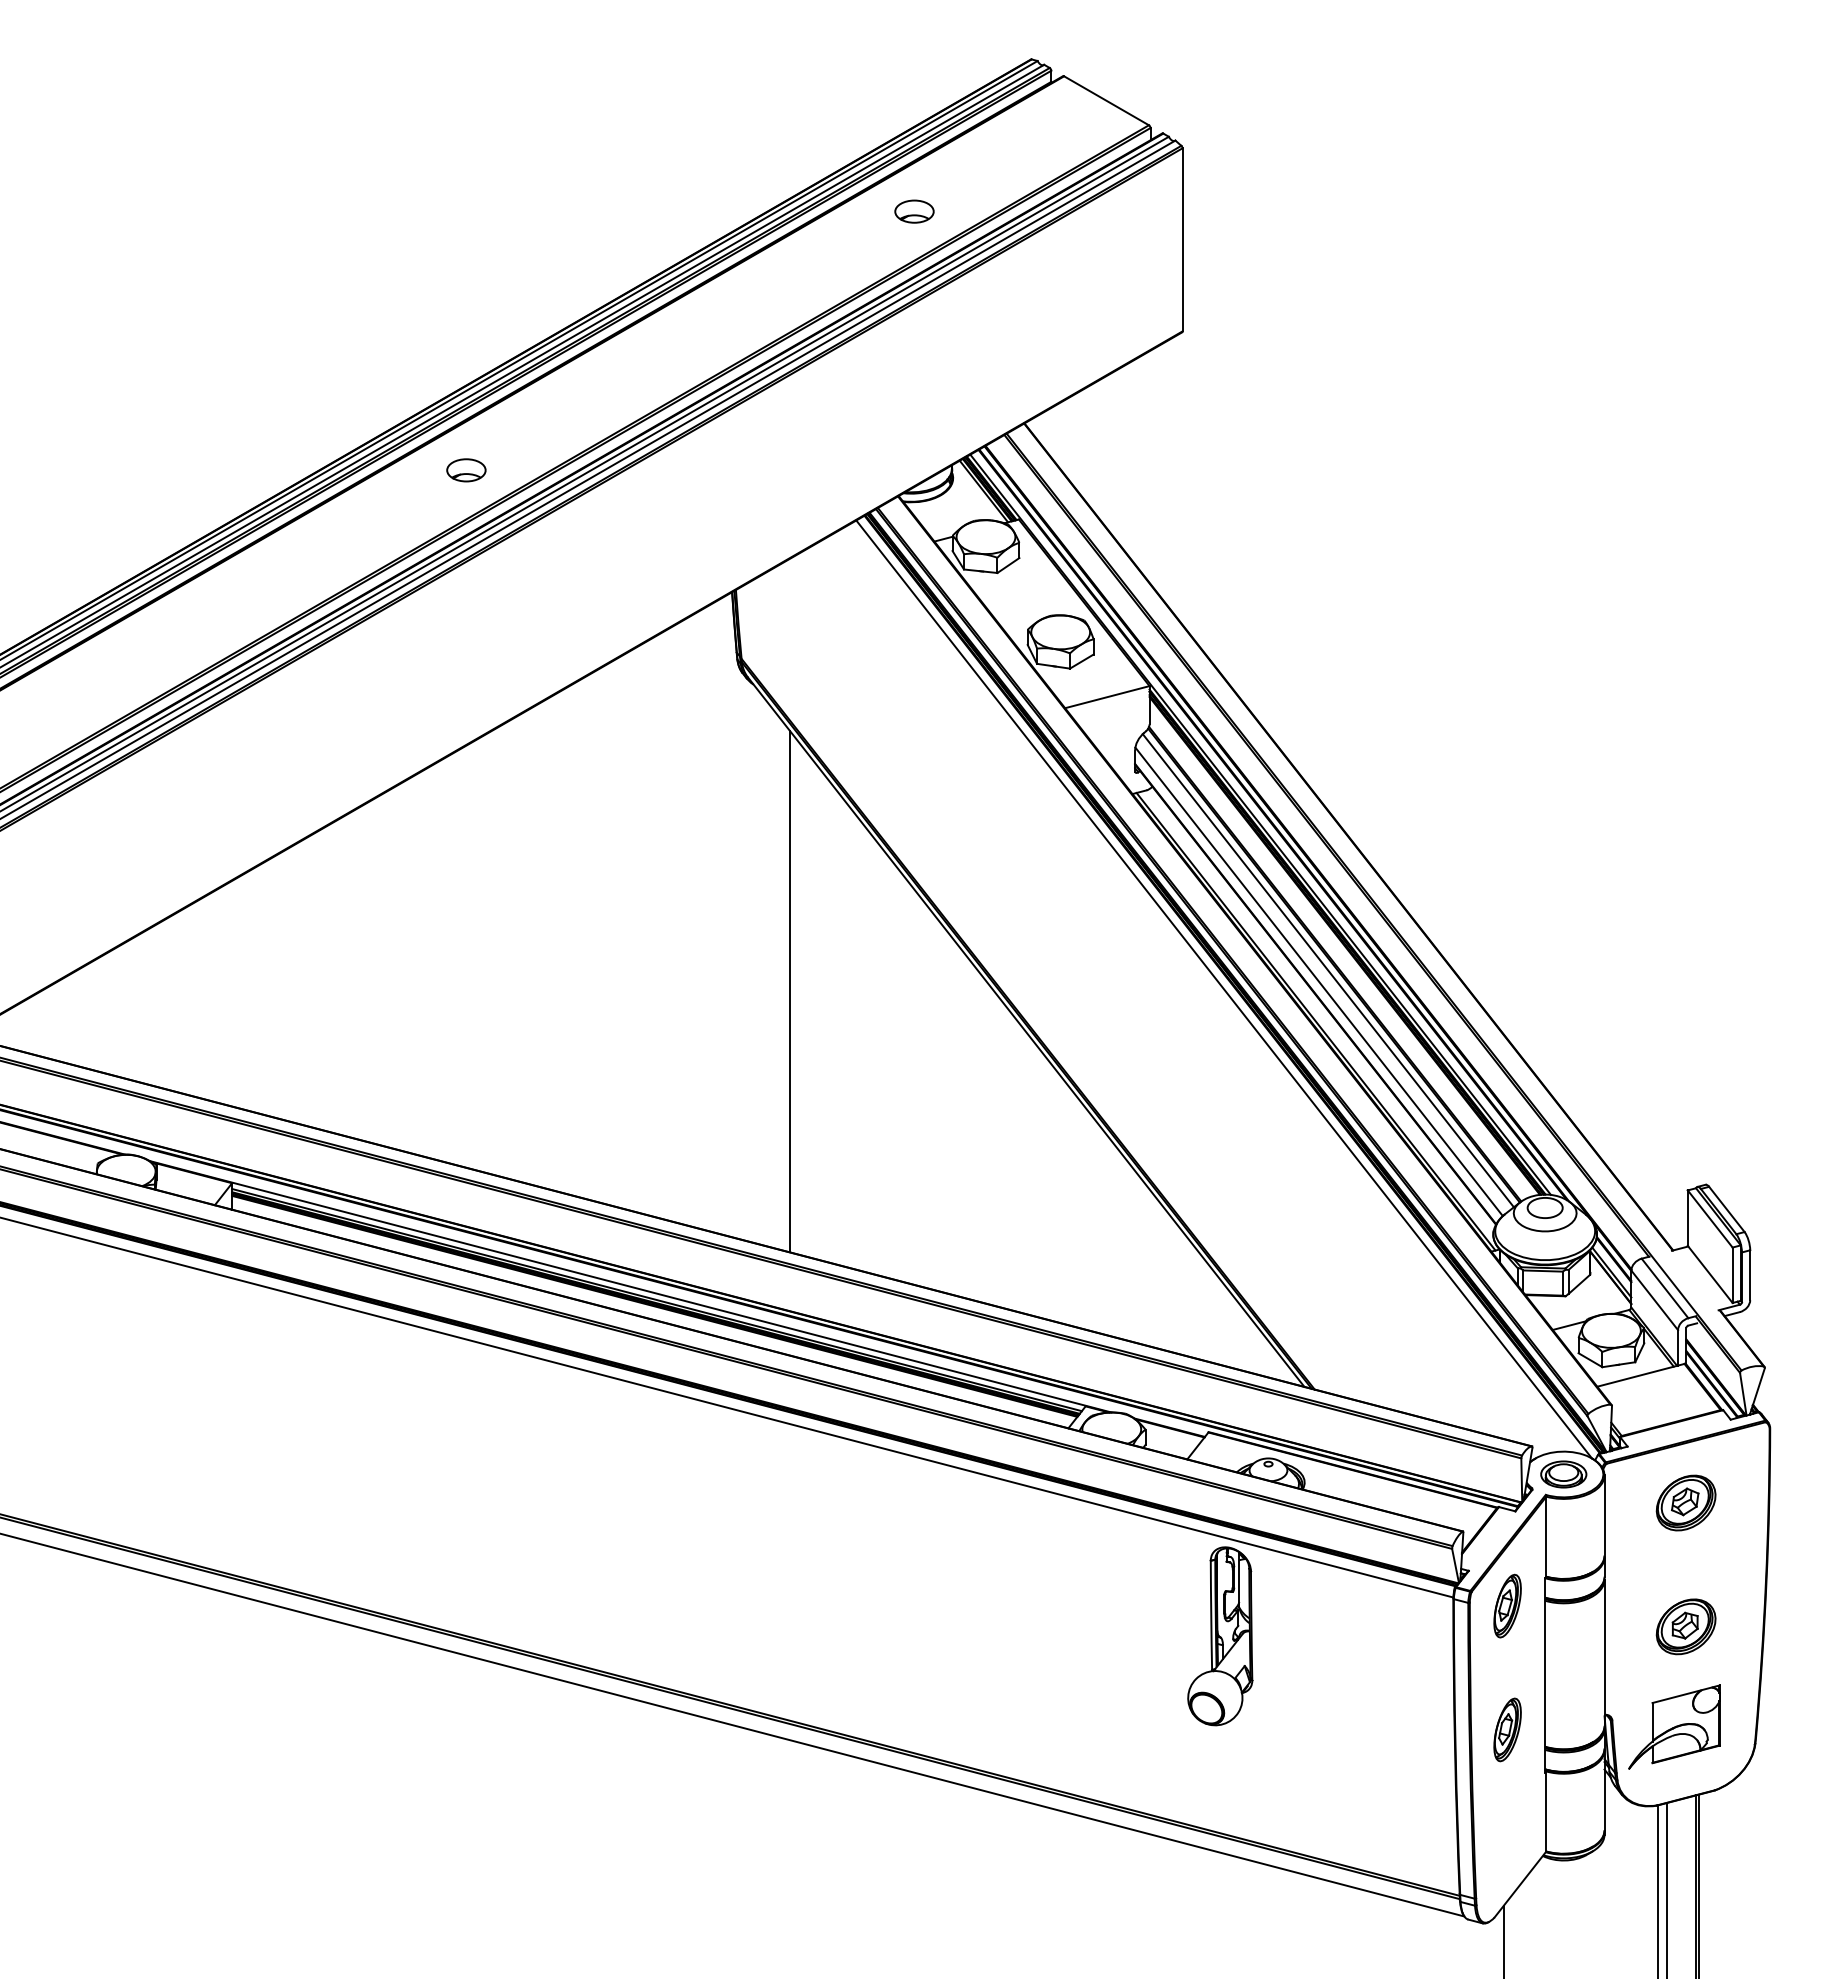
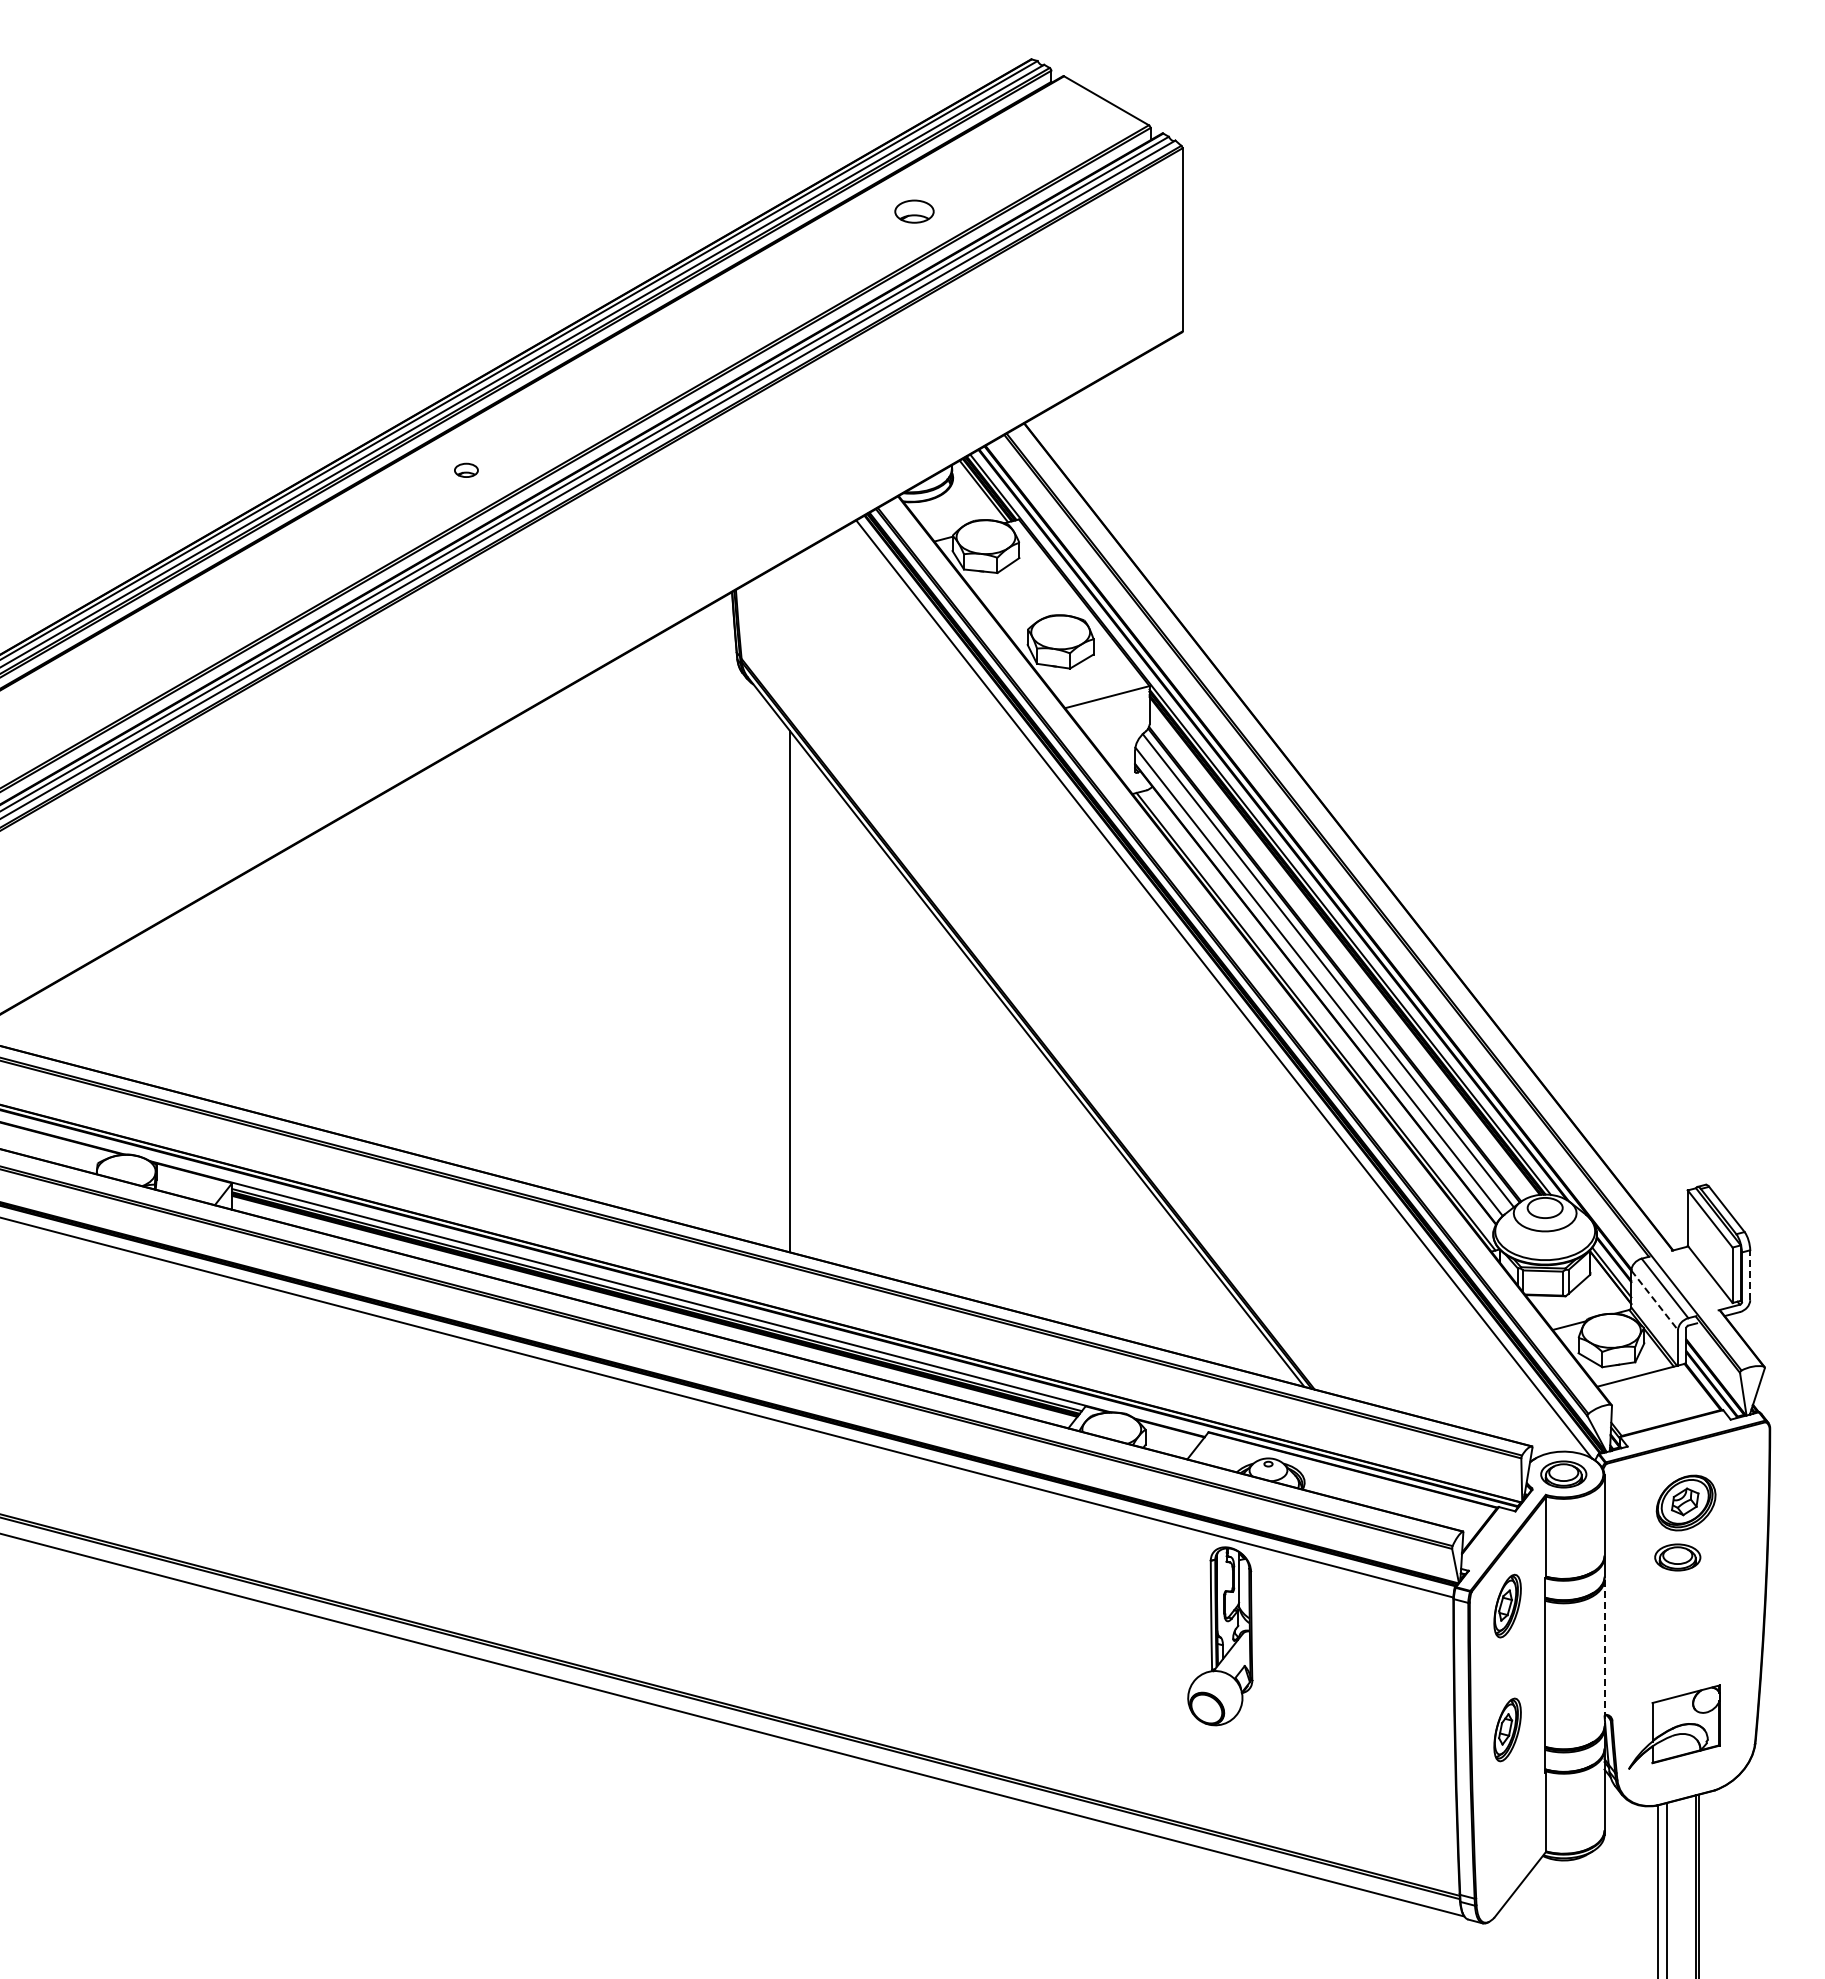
part at (466, 470) size: 41x25 px -> 25x16 px
line at (1750, 1275): solid -> dashed
line at (1654, 1300): solid -> dashed
part at (1677, 1557): none -> present
part at (1685, 1626): present -> none
line at (1604, 1652): solid -> dashed
line at (1503, 1940): present -> none
